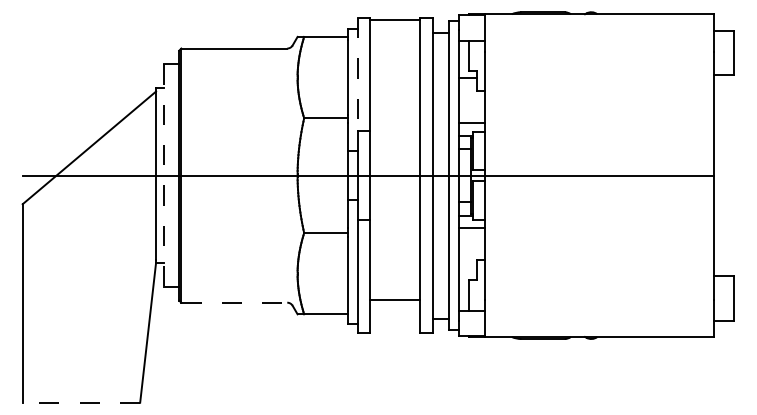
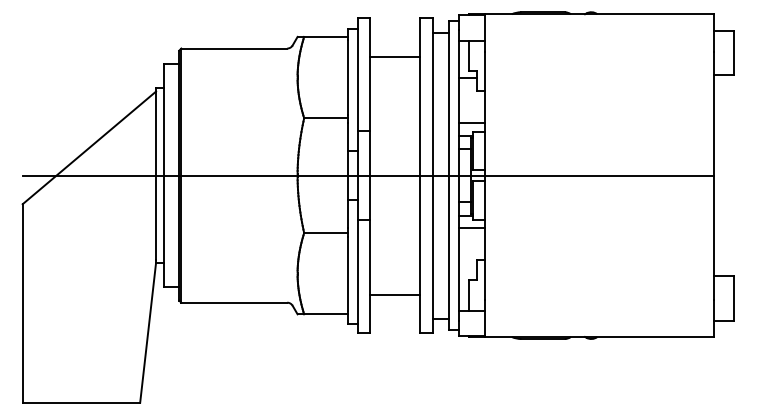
line at (394, 19) position: (394, 19) -> (394, 56)
line at (357, 74): dashed -> solid
line at (164, 176): dashed -> solid
line at (394, 299) position: (394, 299) -> (394, 294)
line at (234, 302): dashed -> solid
line at (81, 402): dashed -> solid
